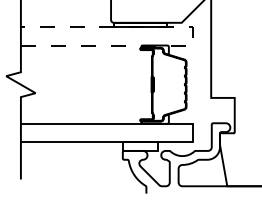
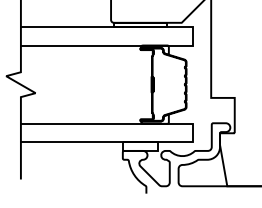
line at (193, 35): dashed -> solid
